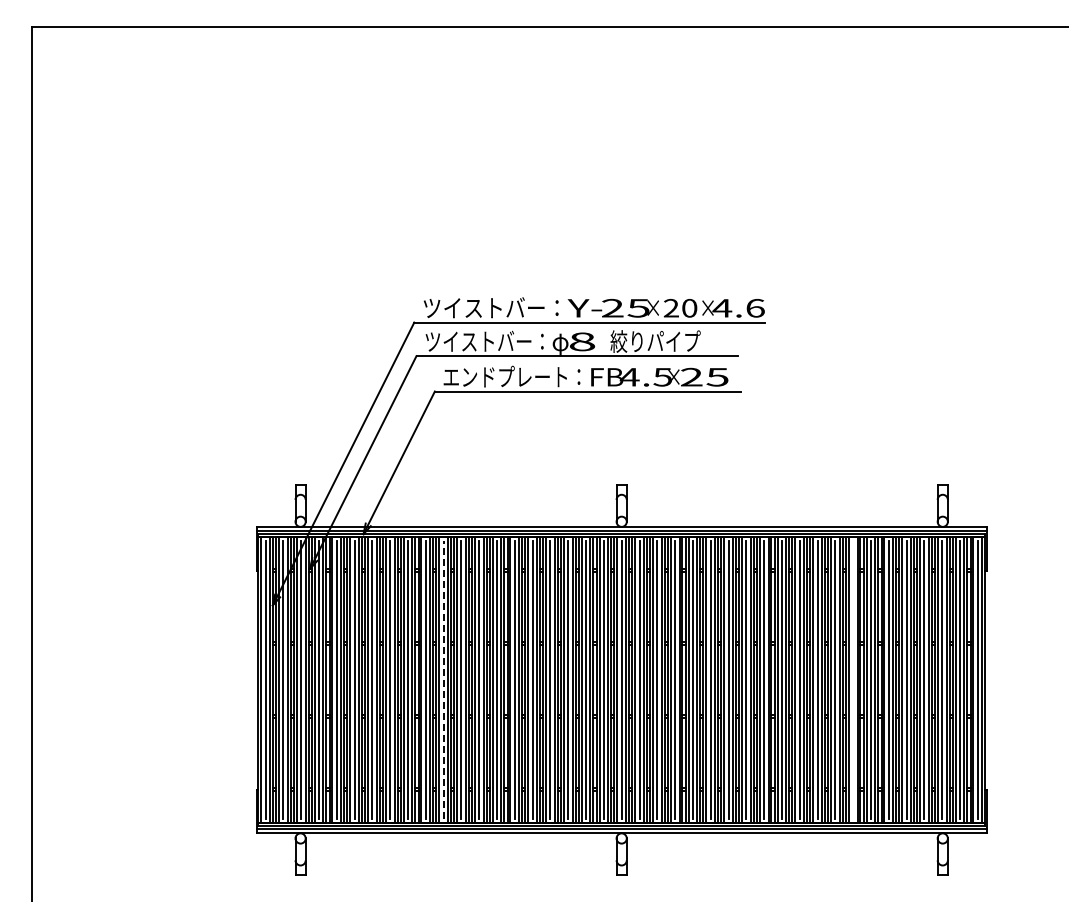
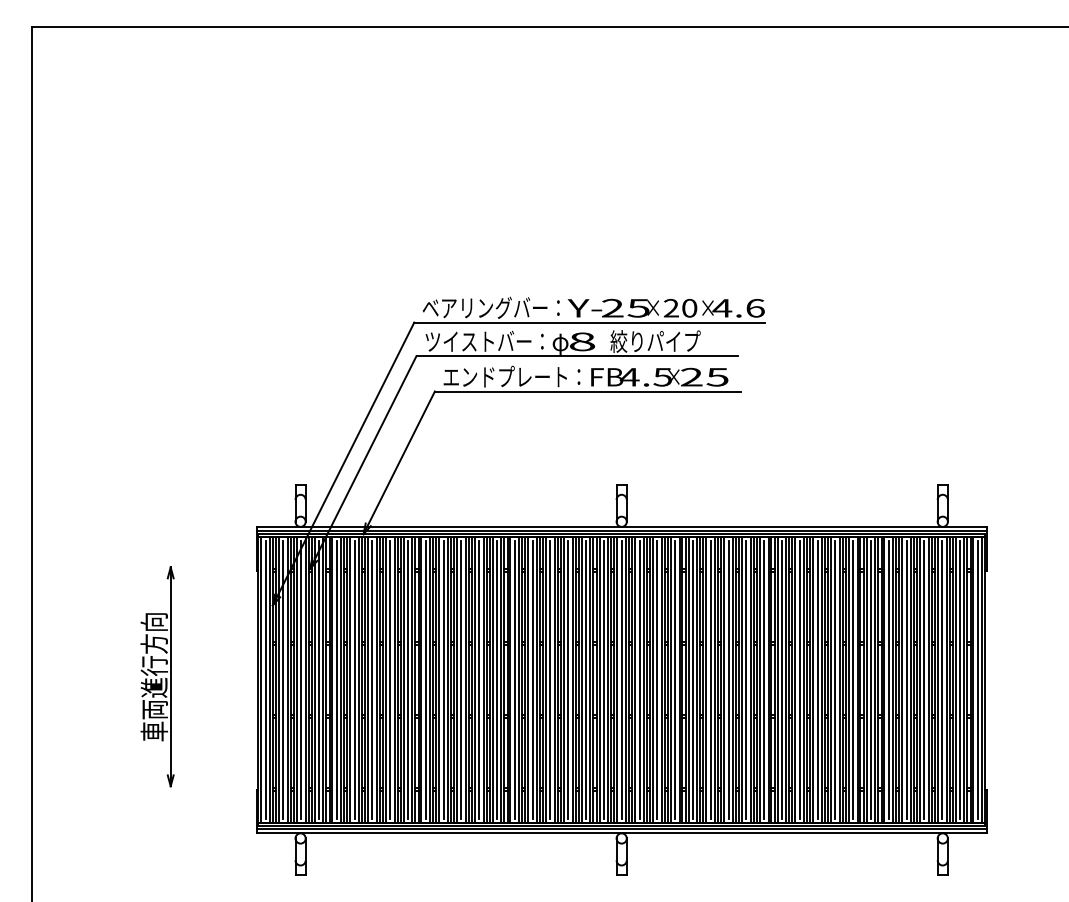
text at (490, 307): ツイストバー： -> ベアリングバー：
part at (157, 676): none -> present
line at (443, 679): dashed -> solid
line at (853, 680): none -> present
